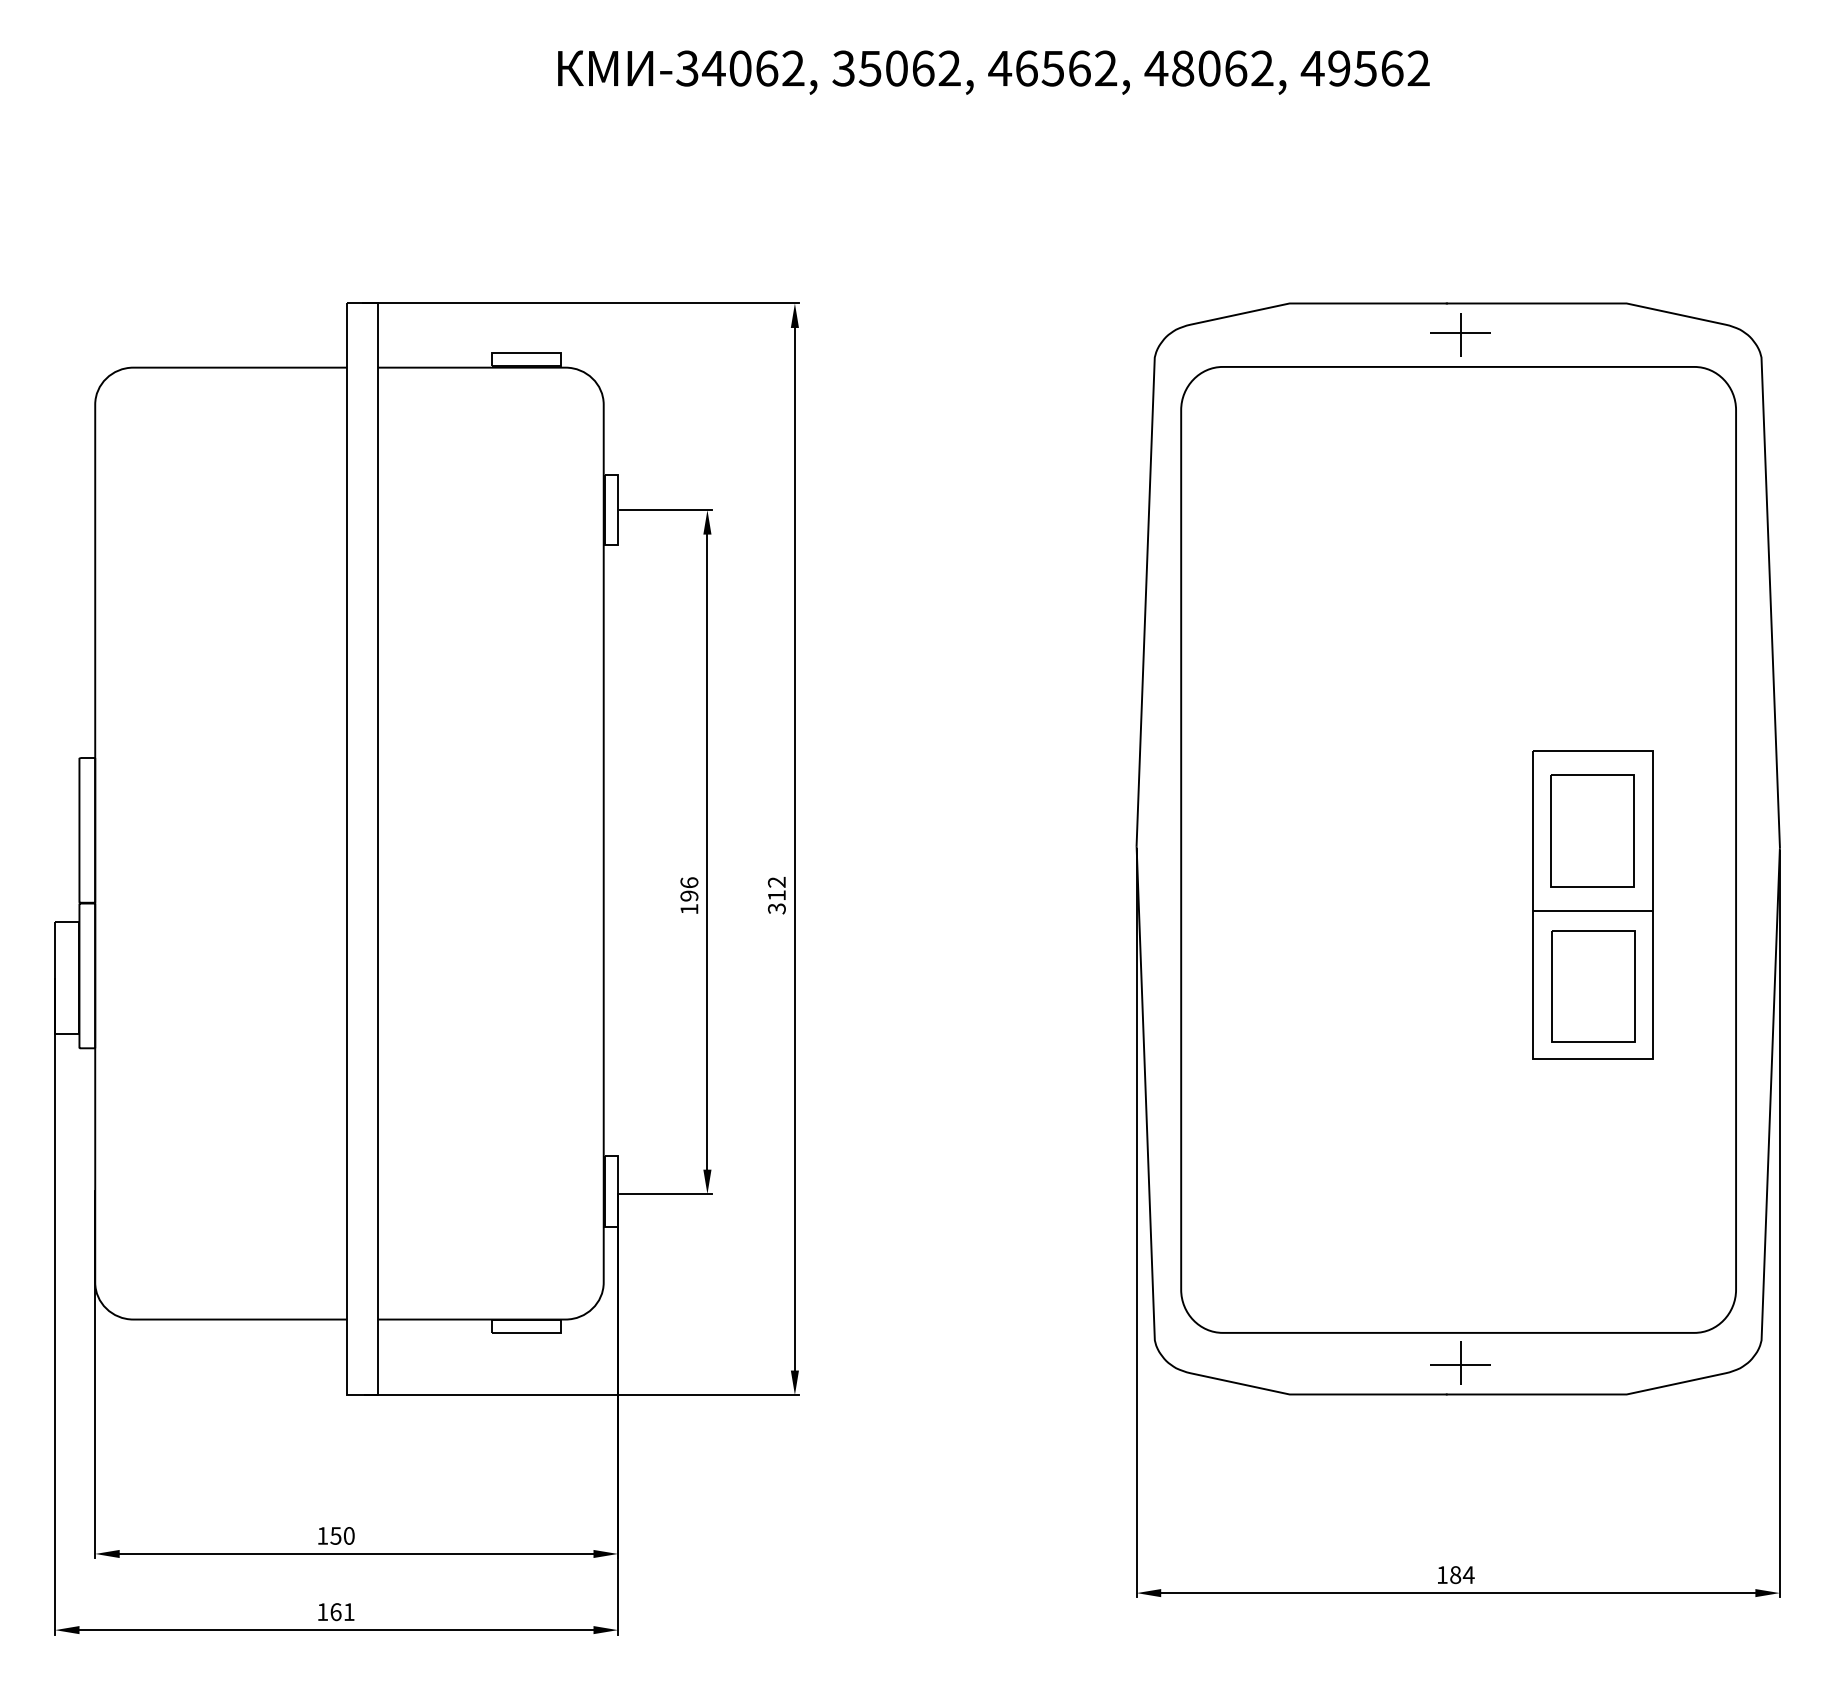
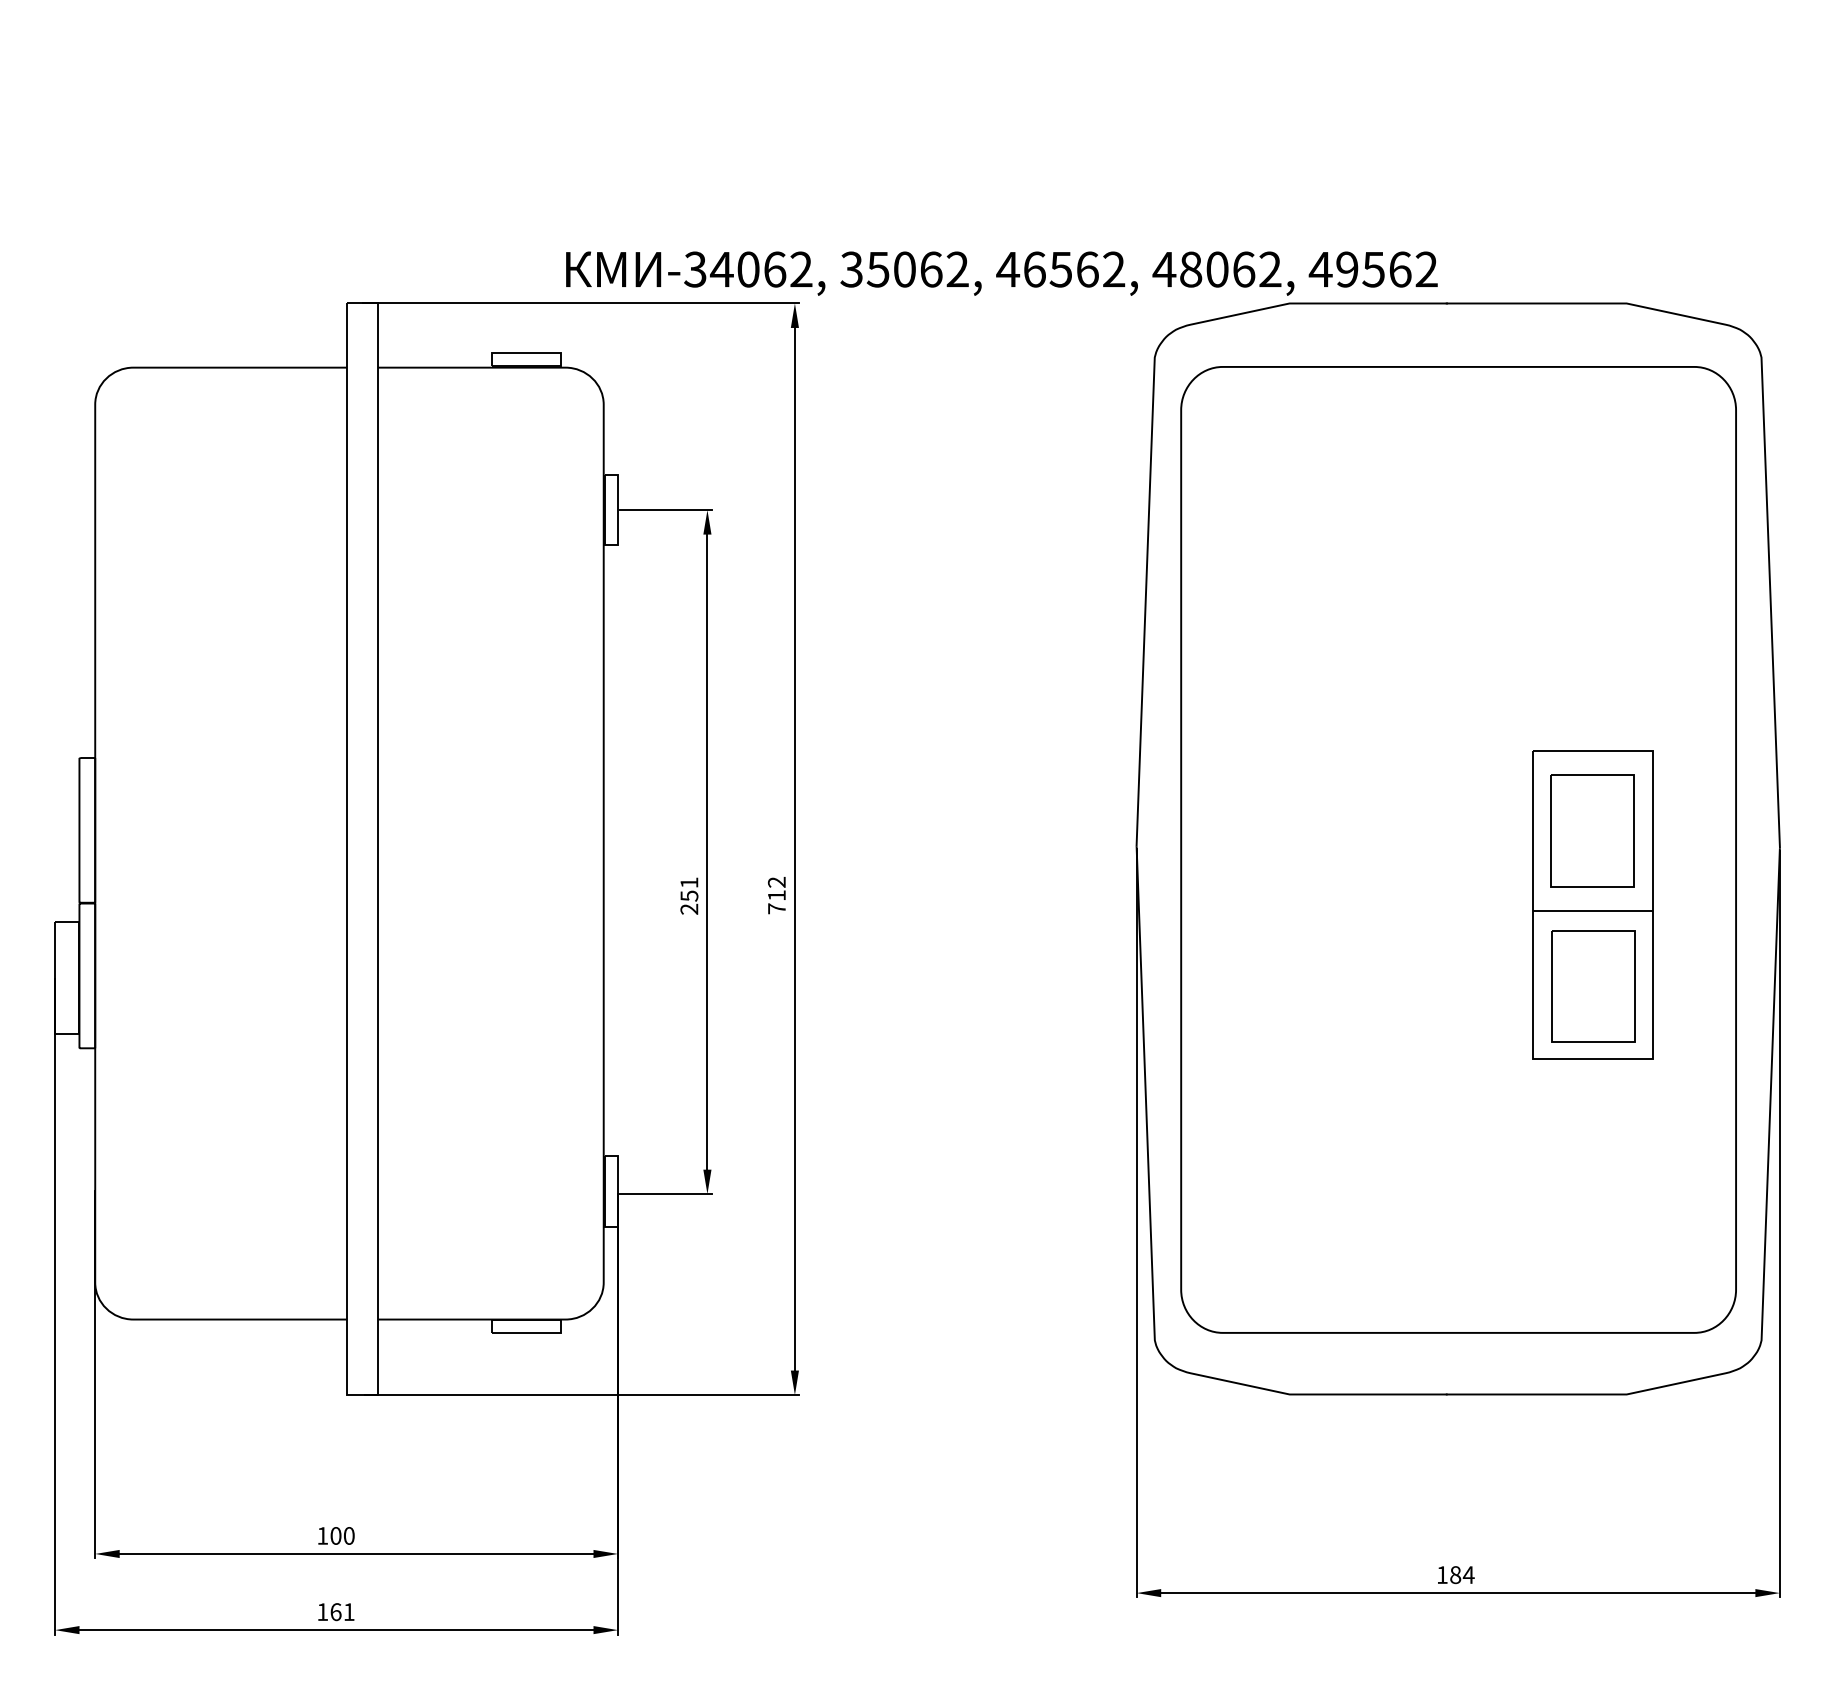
text at (993, 72) position: (993, 72) -> (1001, 273)
part at (1460, 334): present -> none
text at (689, 895): 196 -> 251
text at (776, 908): 312 -> 712
part at (1460, 1362): present -> none
text at (335, 1535): 150 -> 100
